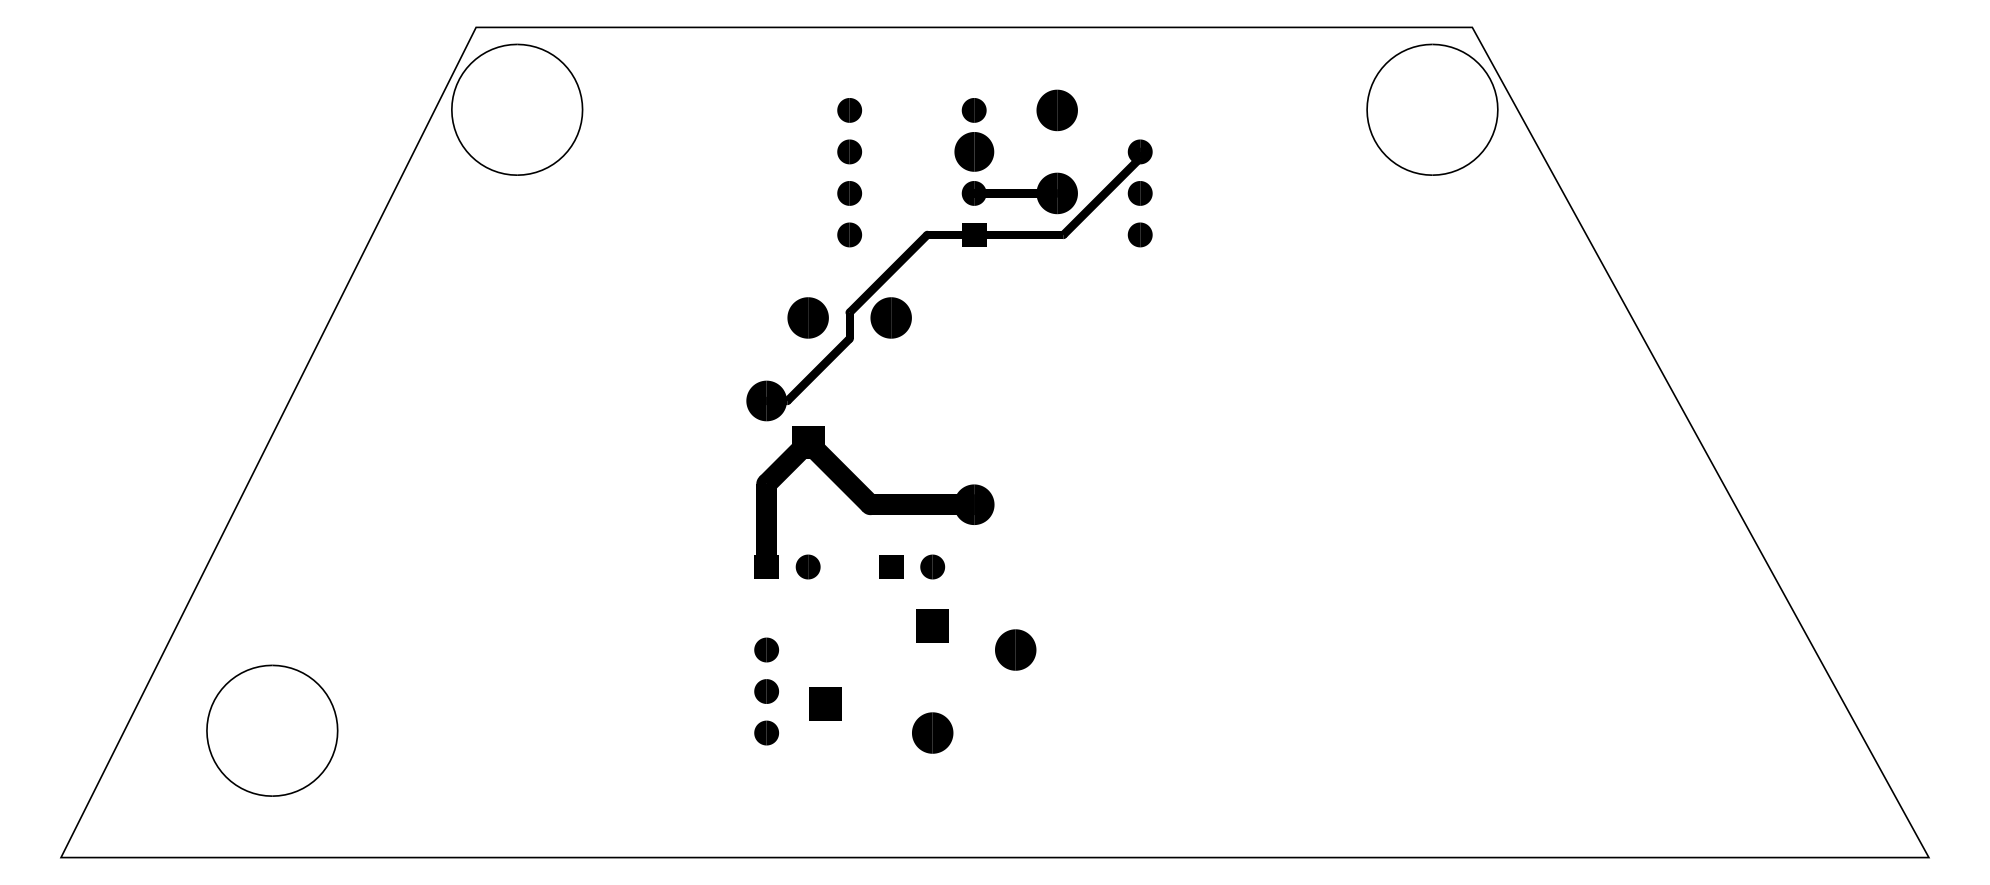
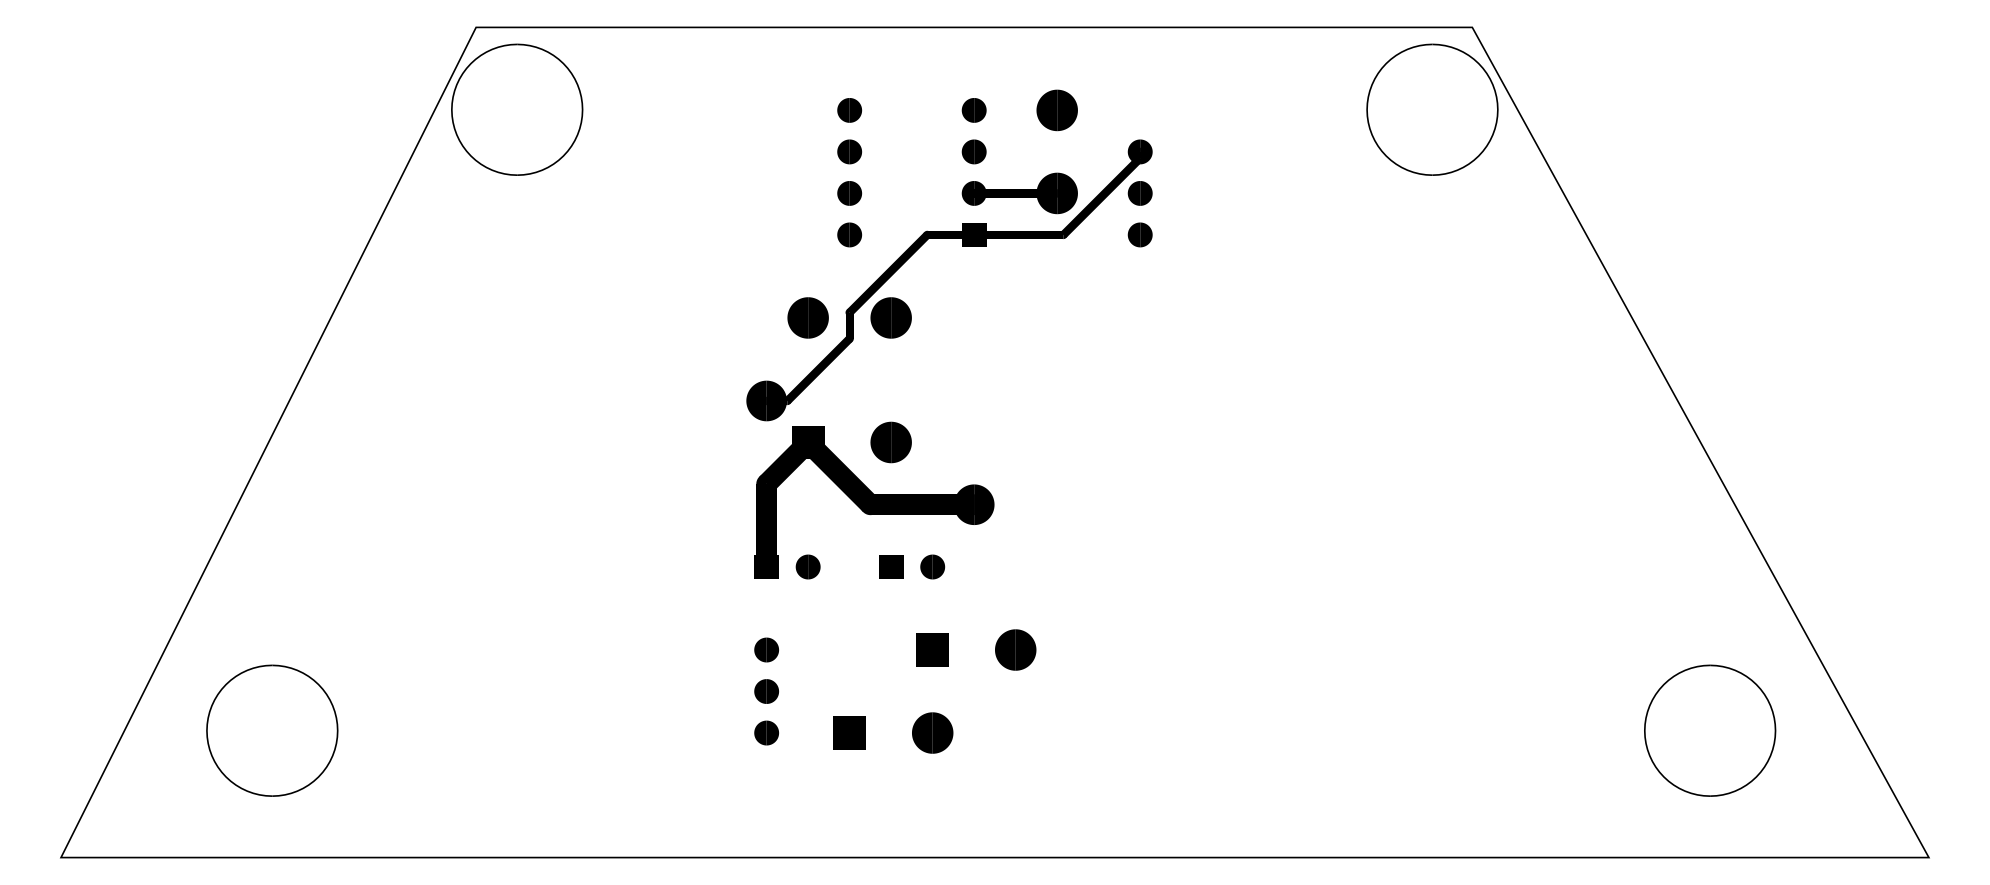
part at (974, 151) size: 41x40 px -> 26x26 px
part at (890, 442): none -> present
part at (932, 625) position: (932, 625) -> (932, 649)
part at (825, 703) position: (825, 703) -> (849, 732)
part at (1710, 730): none -> present
